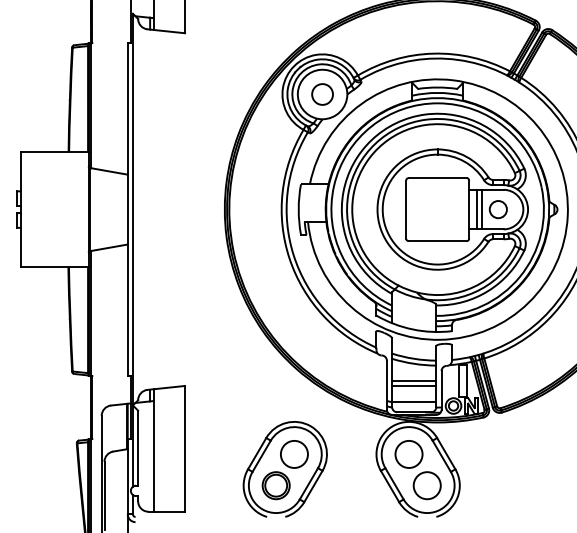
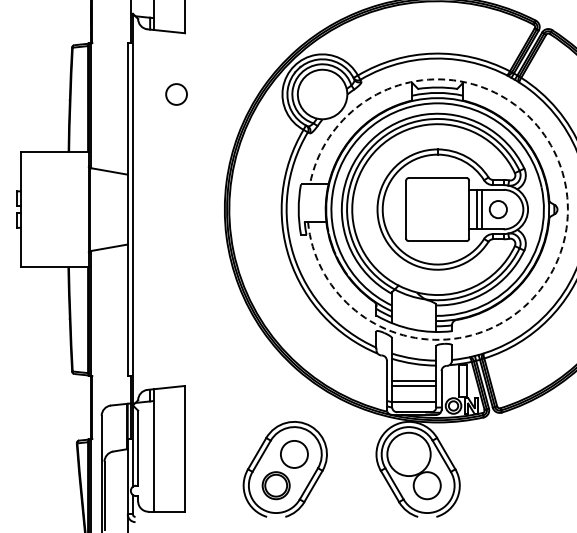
circle at (322, 94) position: (322, 94) -> (176, 94)
arc at (567, 216): solid -> dashed
circle at (408, 453) diameter: 27 px -> 43 px
